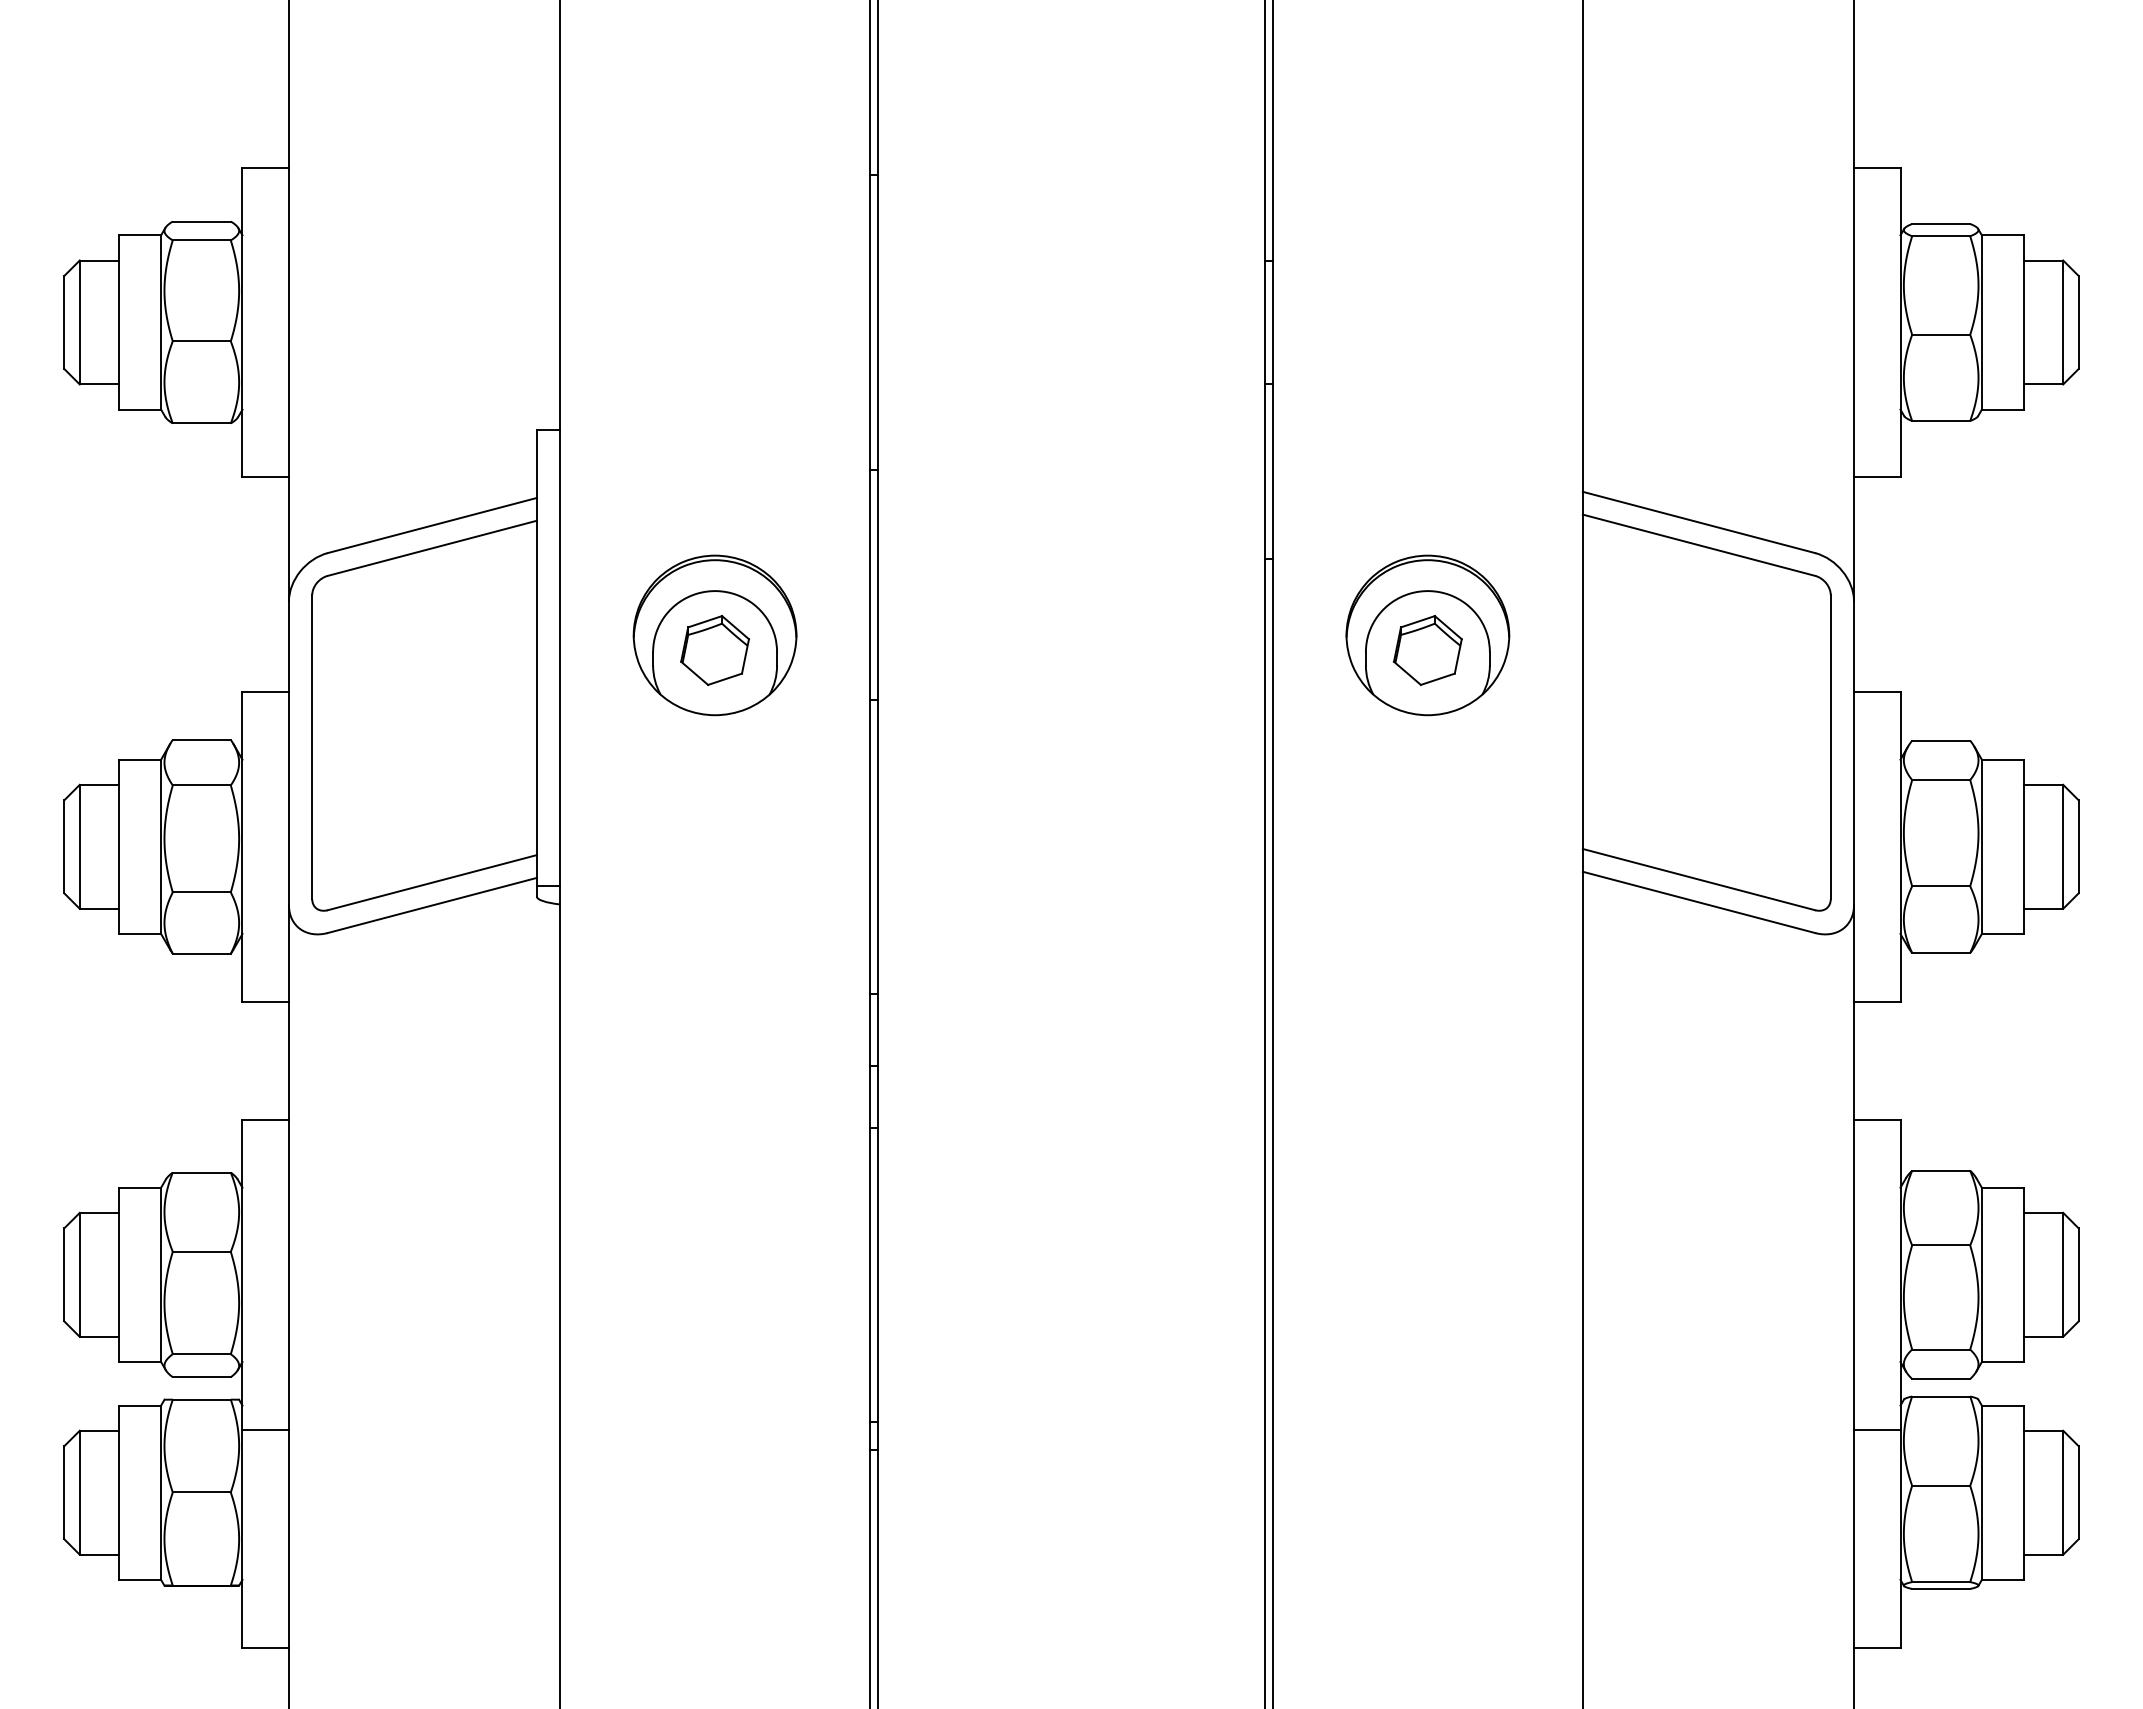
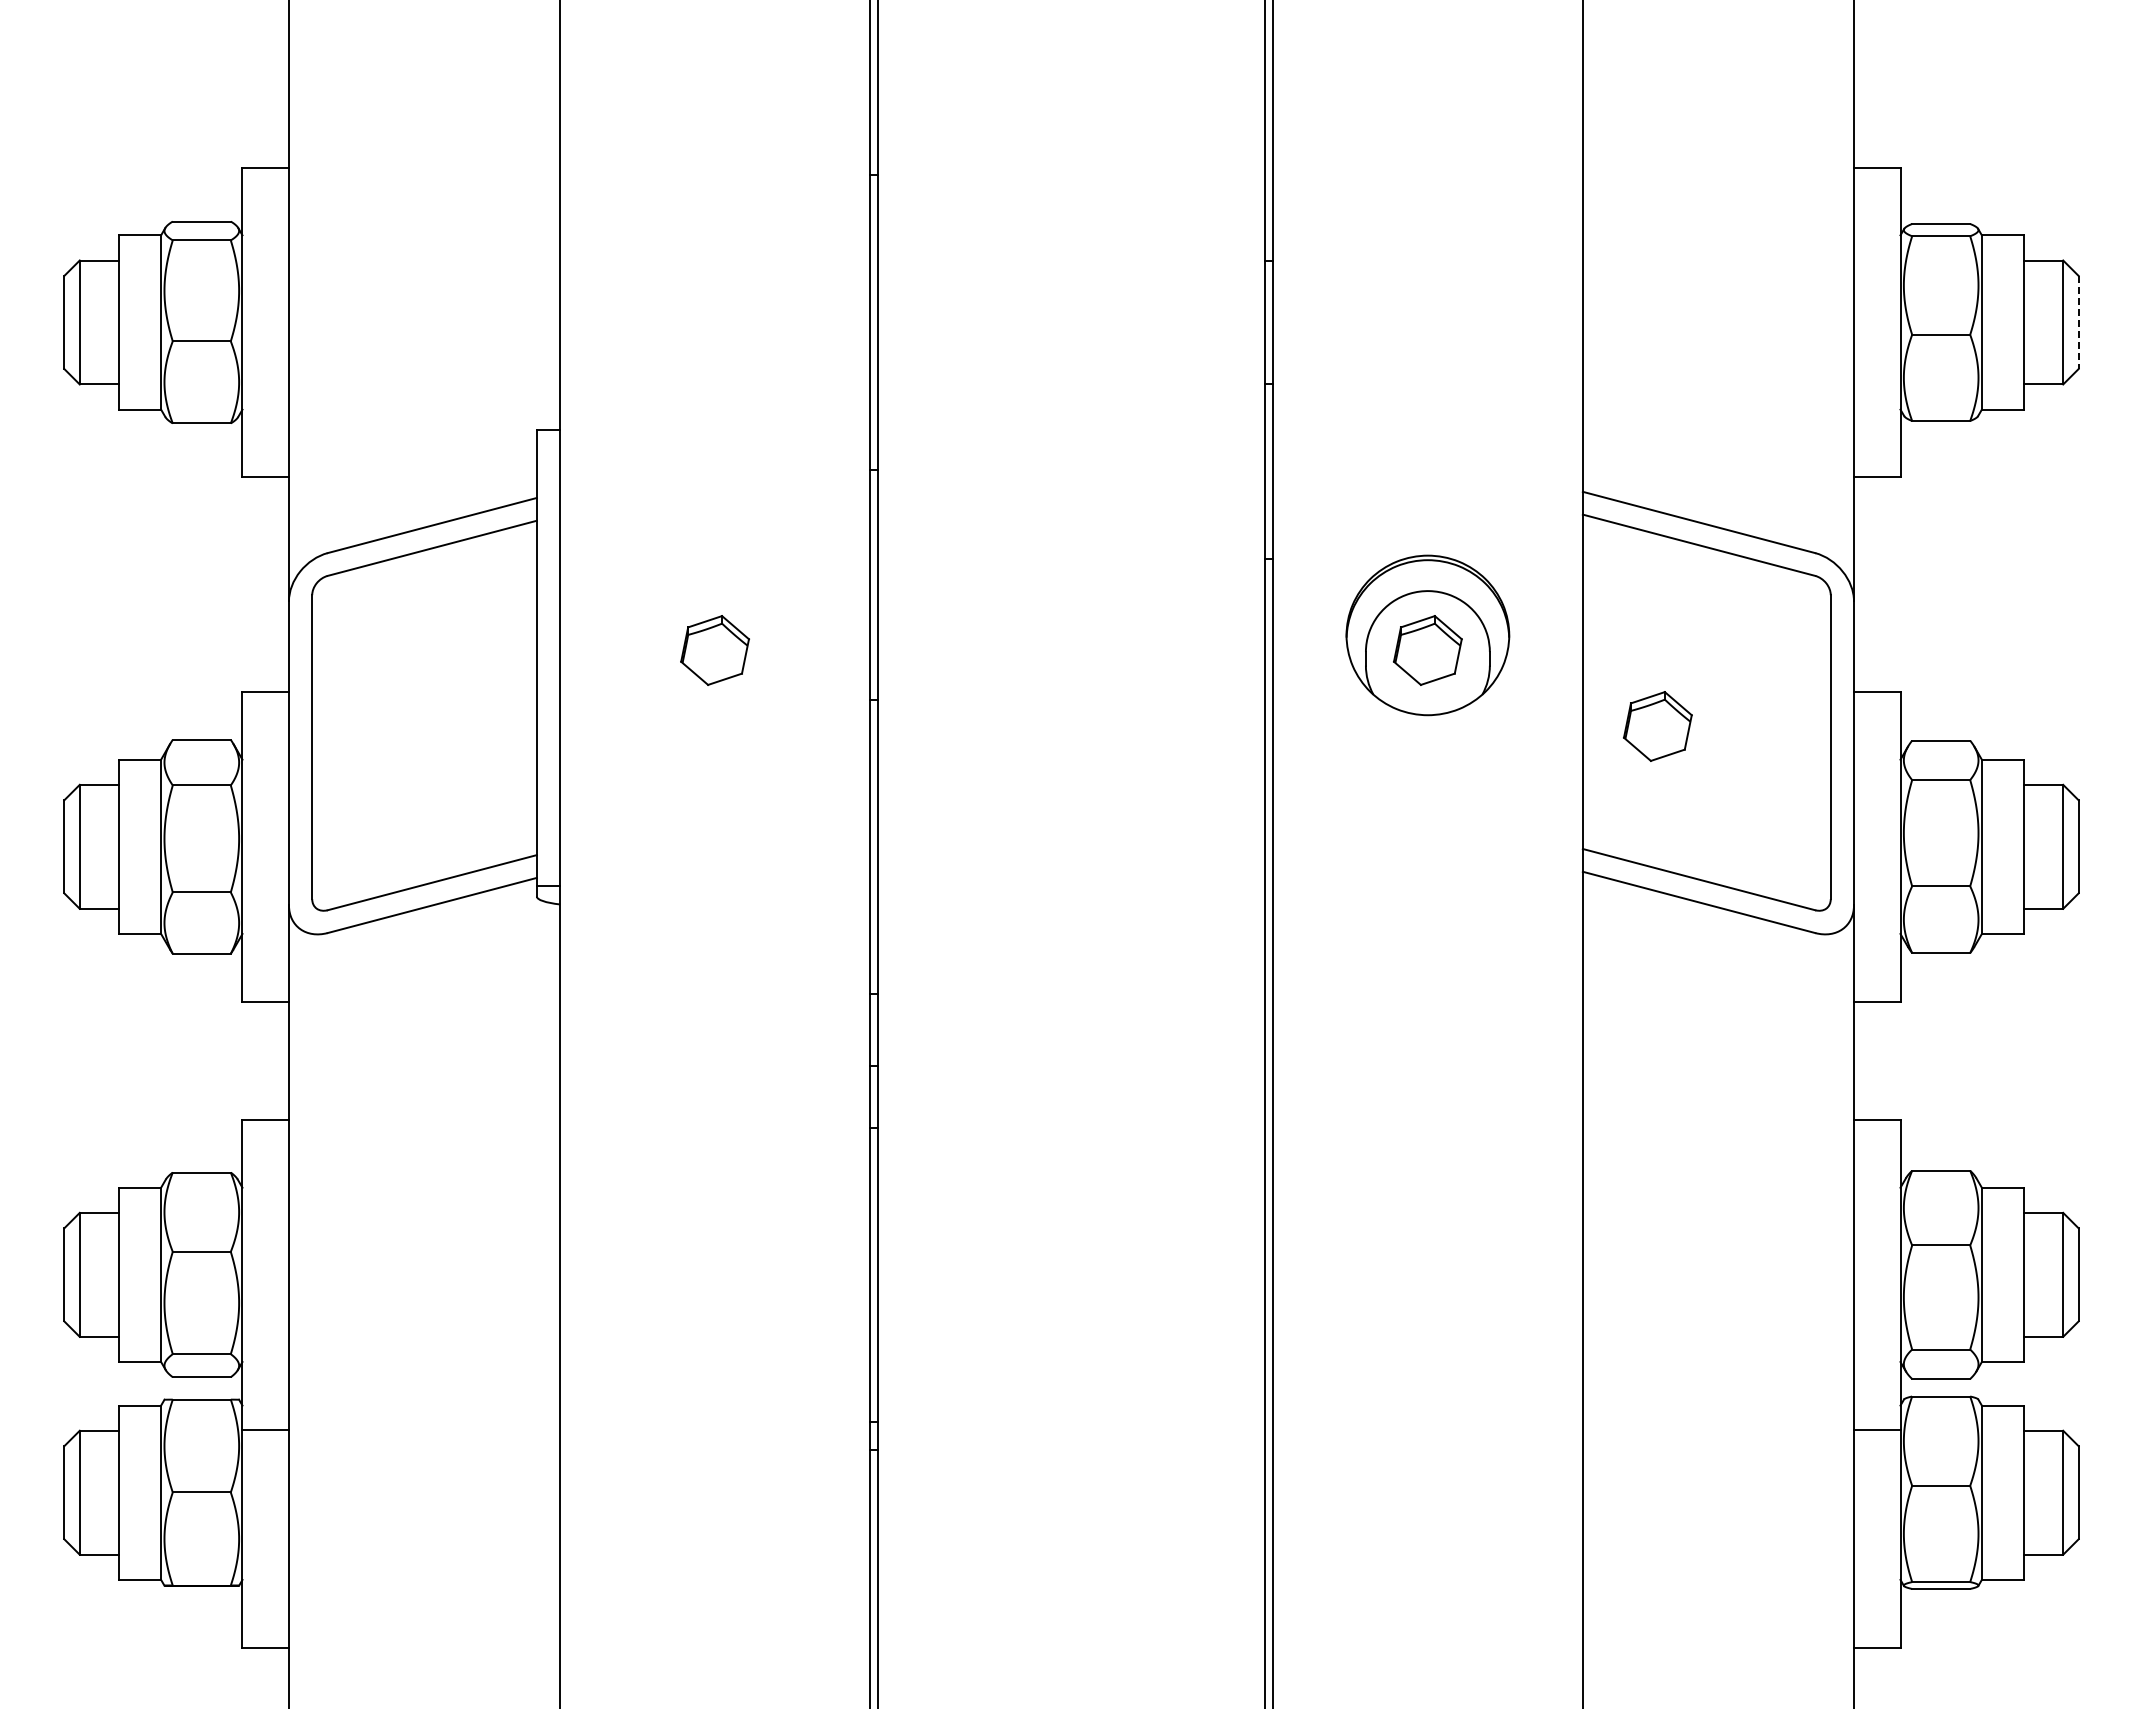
line at (2078, 322): solid -> dashed
part at (714, 635): present -> none
part at (1657, 726): none -> present
